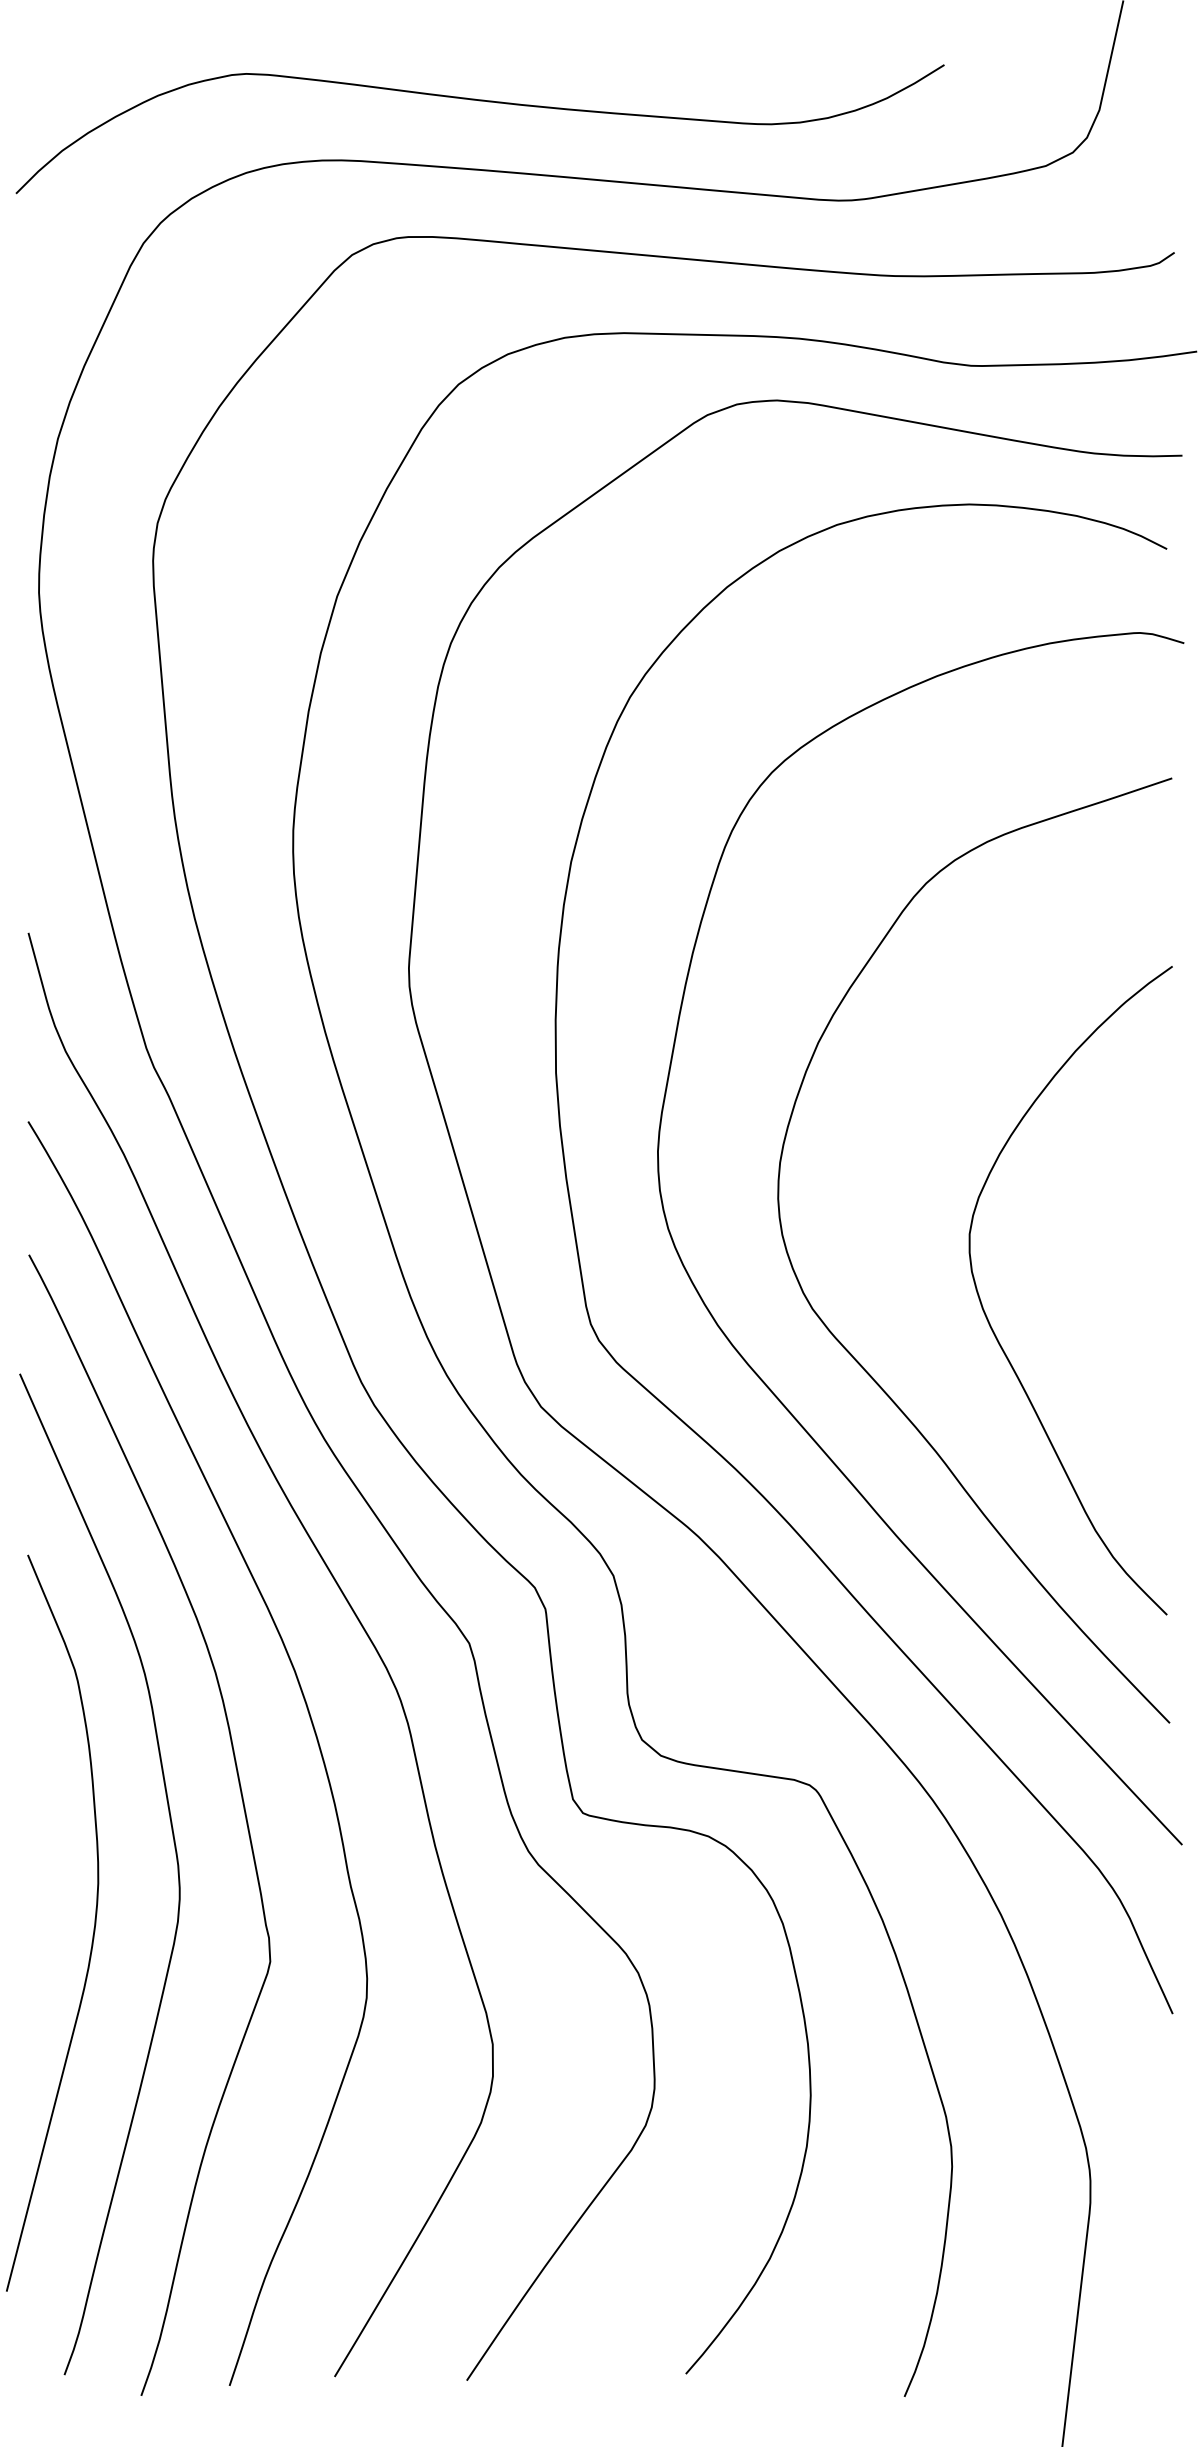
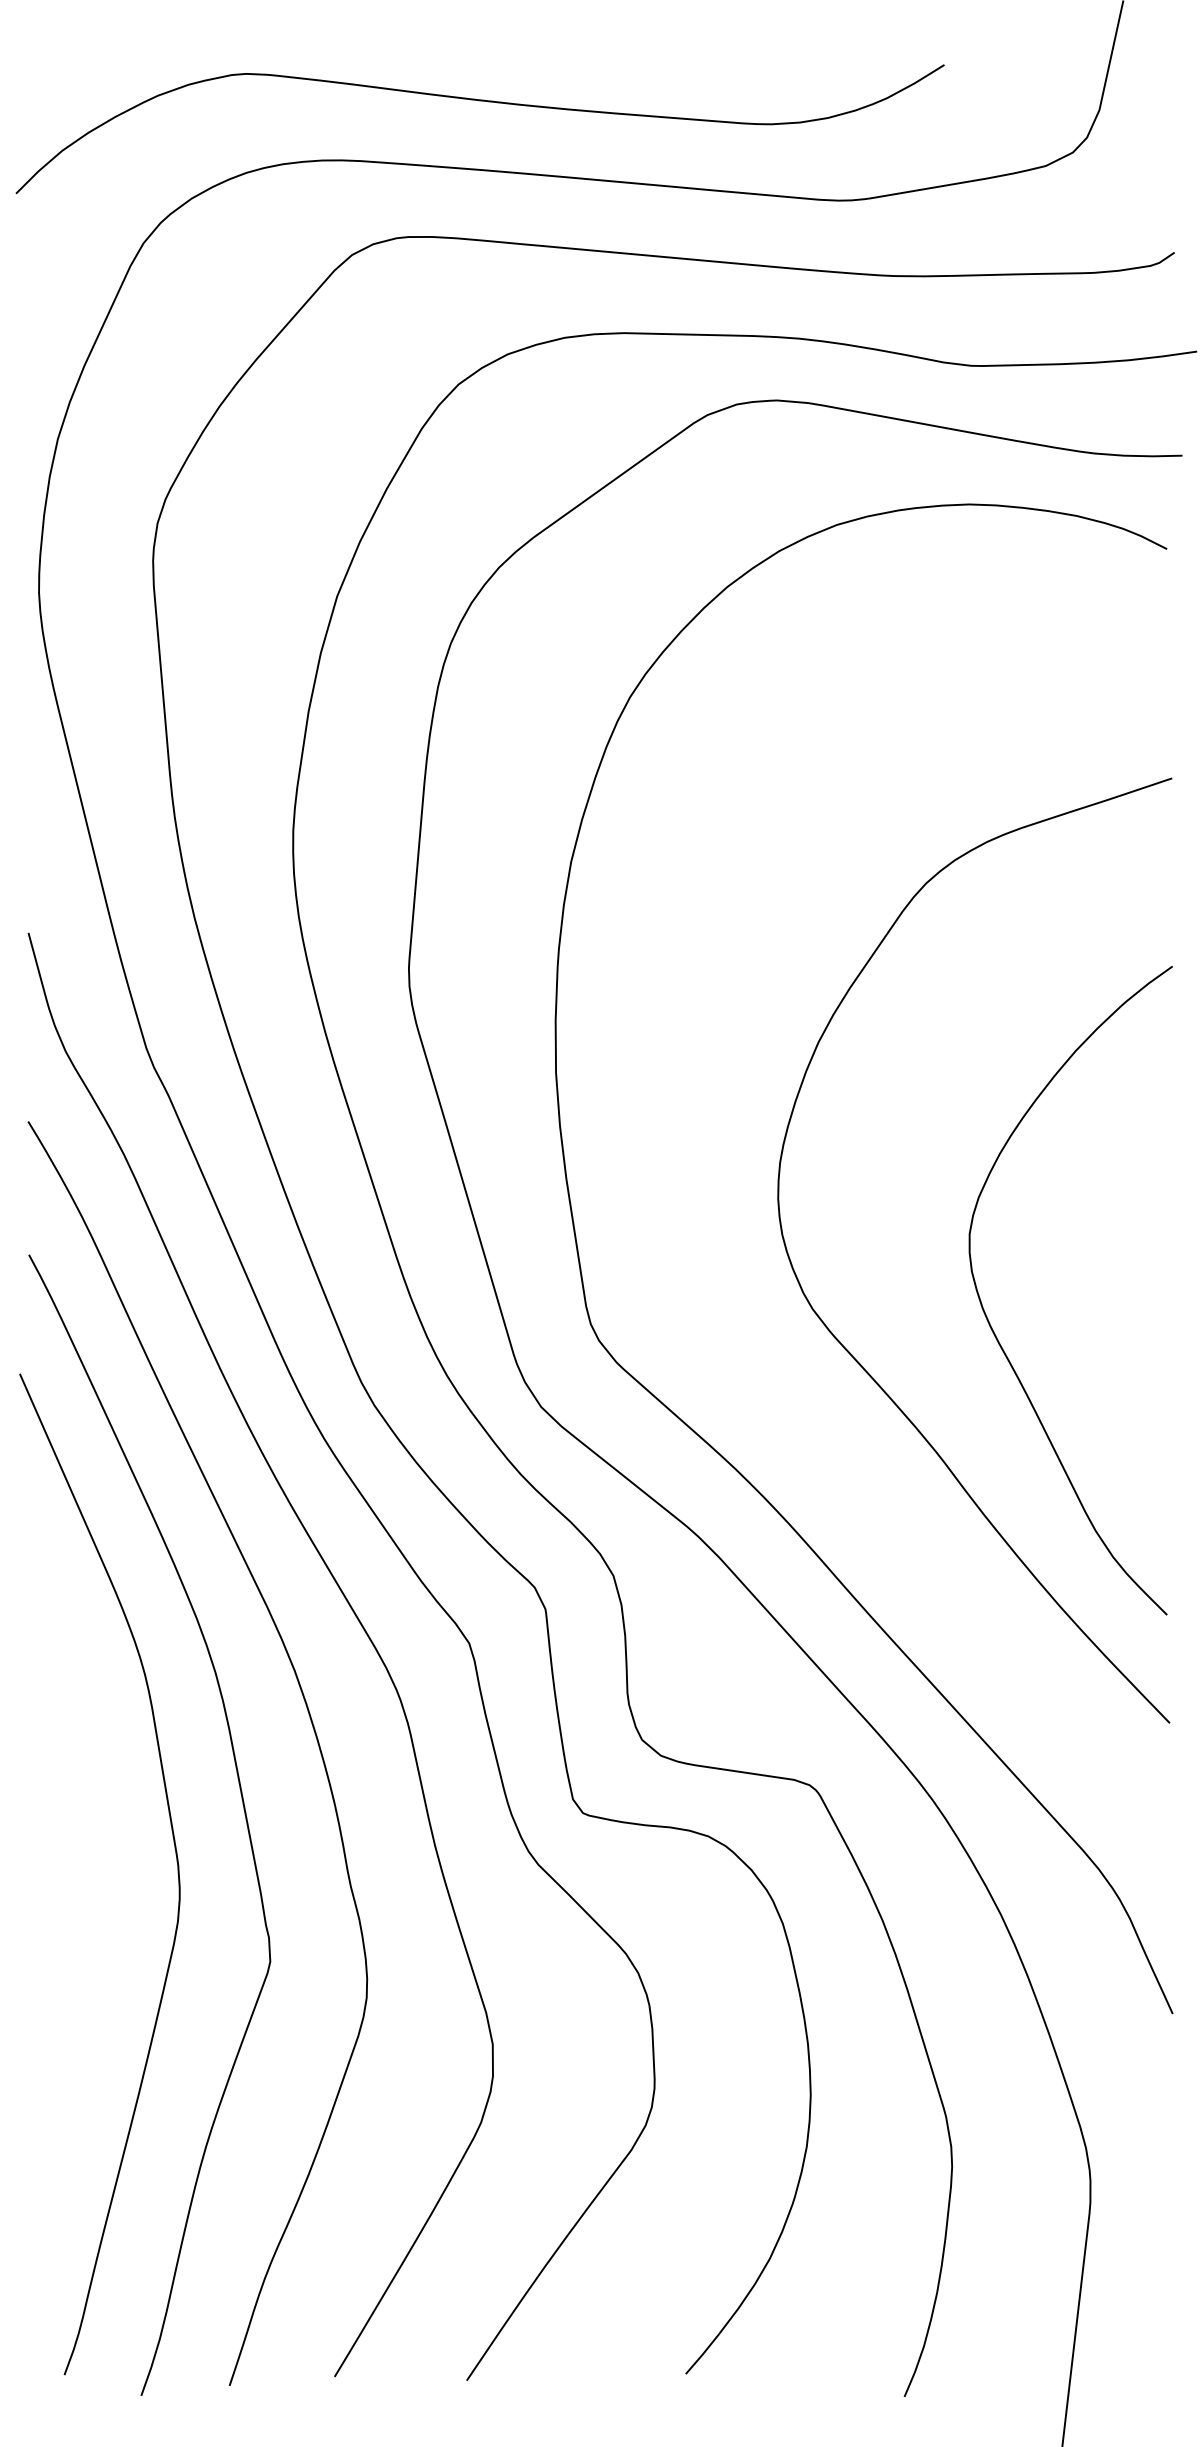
curve at (758, 1374): present -> none
curve at (93, 1928): present -> none
